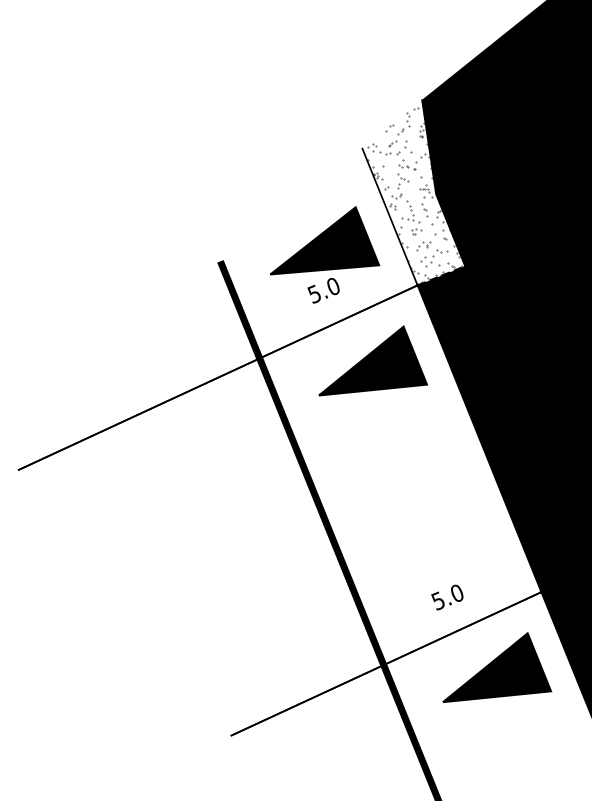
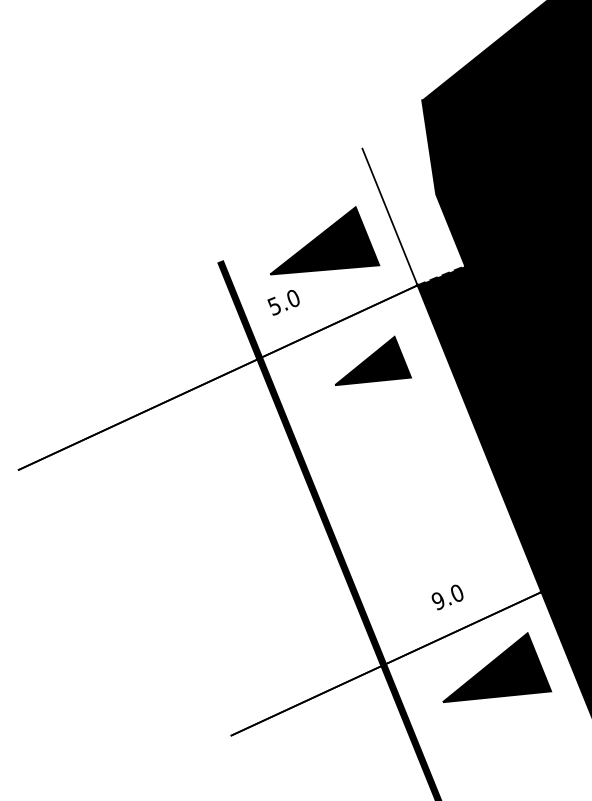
hatch at (414, 194): present -> none
text at (323, 290) position: (323, 290) -> (283, 302)
part at (373, 360) size: 111x72 px -> 77x51 px
text at (437, 600): 5.0 -> 9.0
